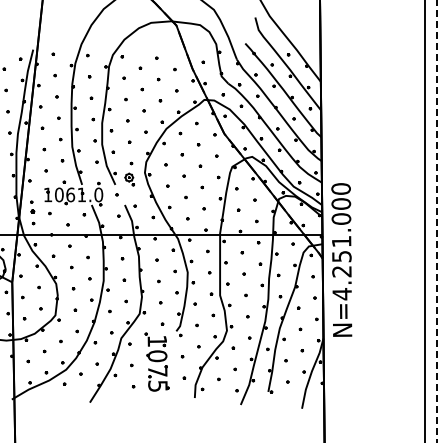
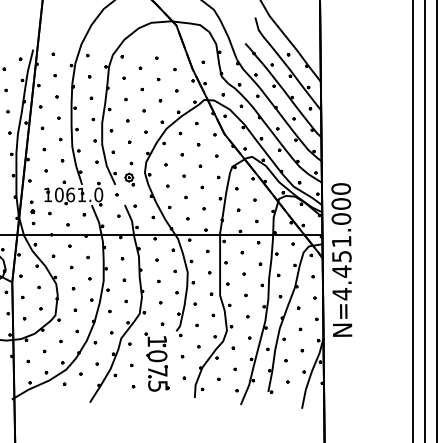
line at (413, 220): none -> present
line at (437, 221): dashed -> solid
text at (341, 271): N=4.251.000 -> N=4.451.000
